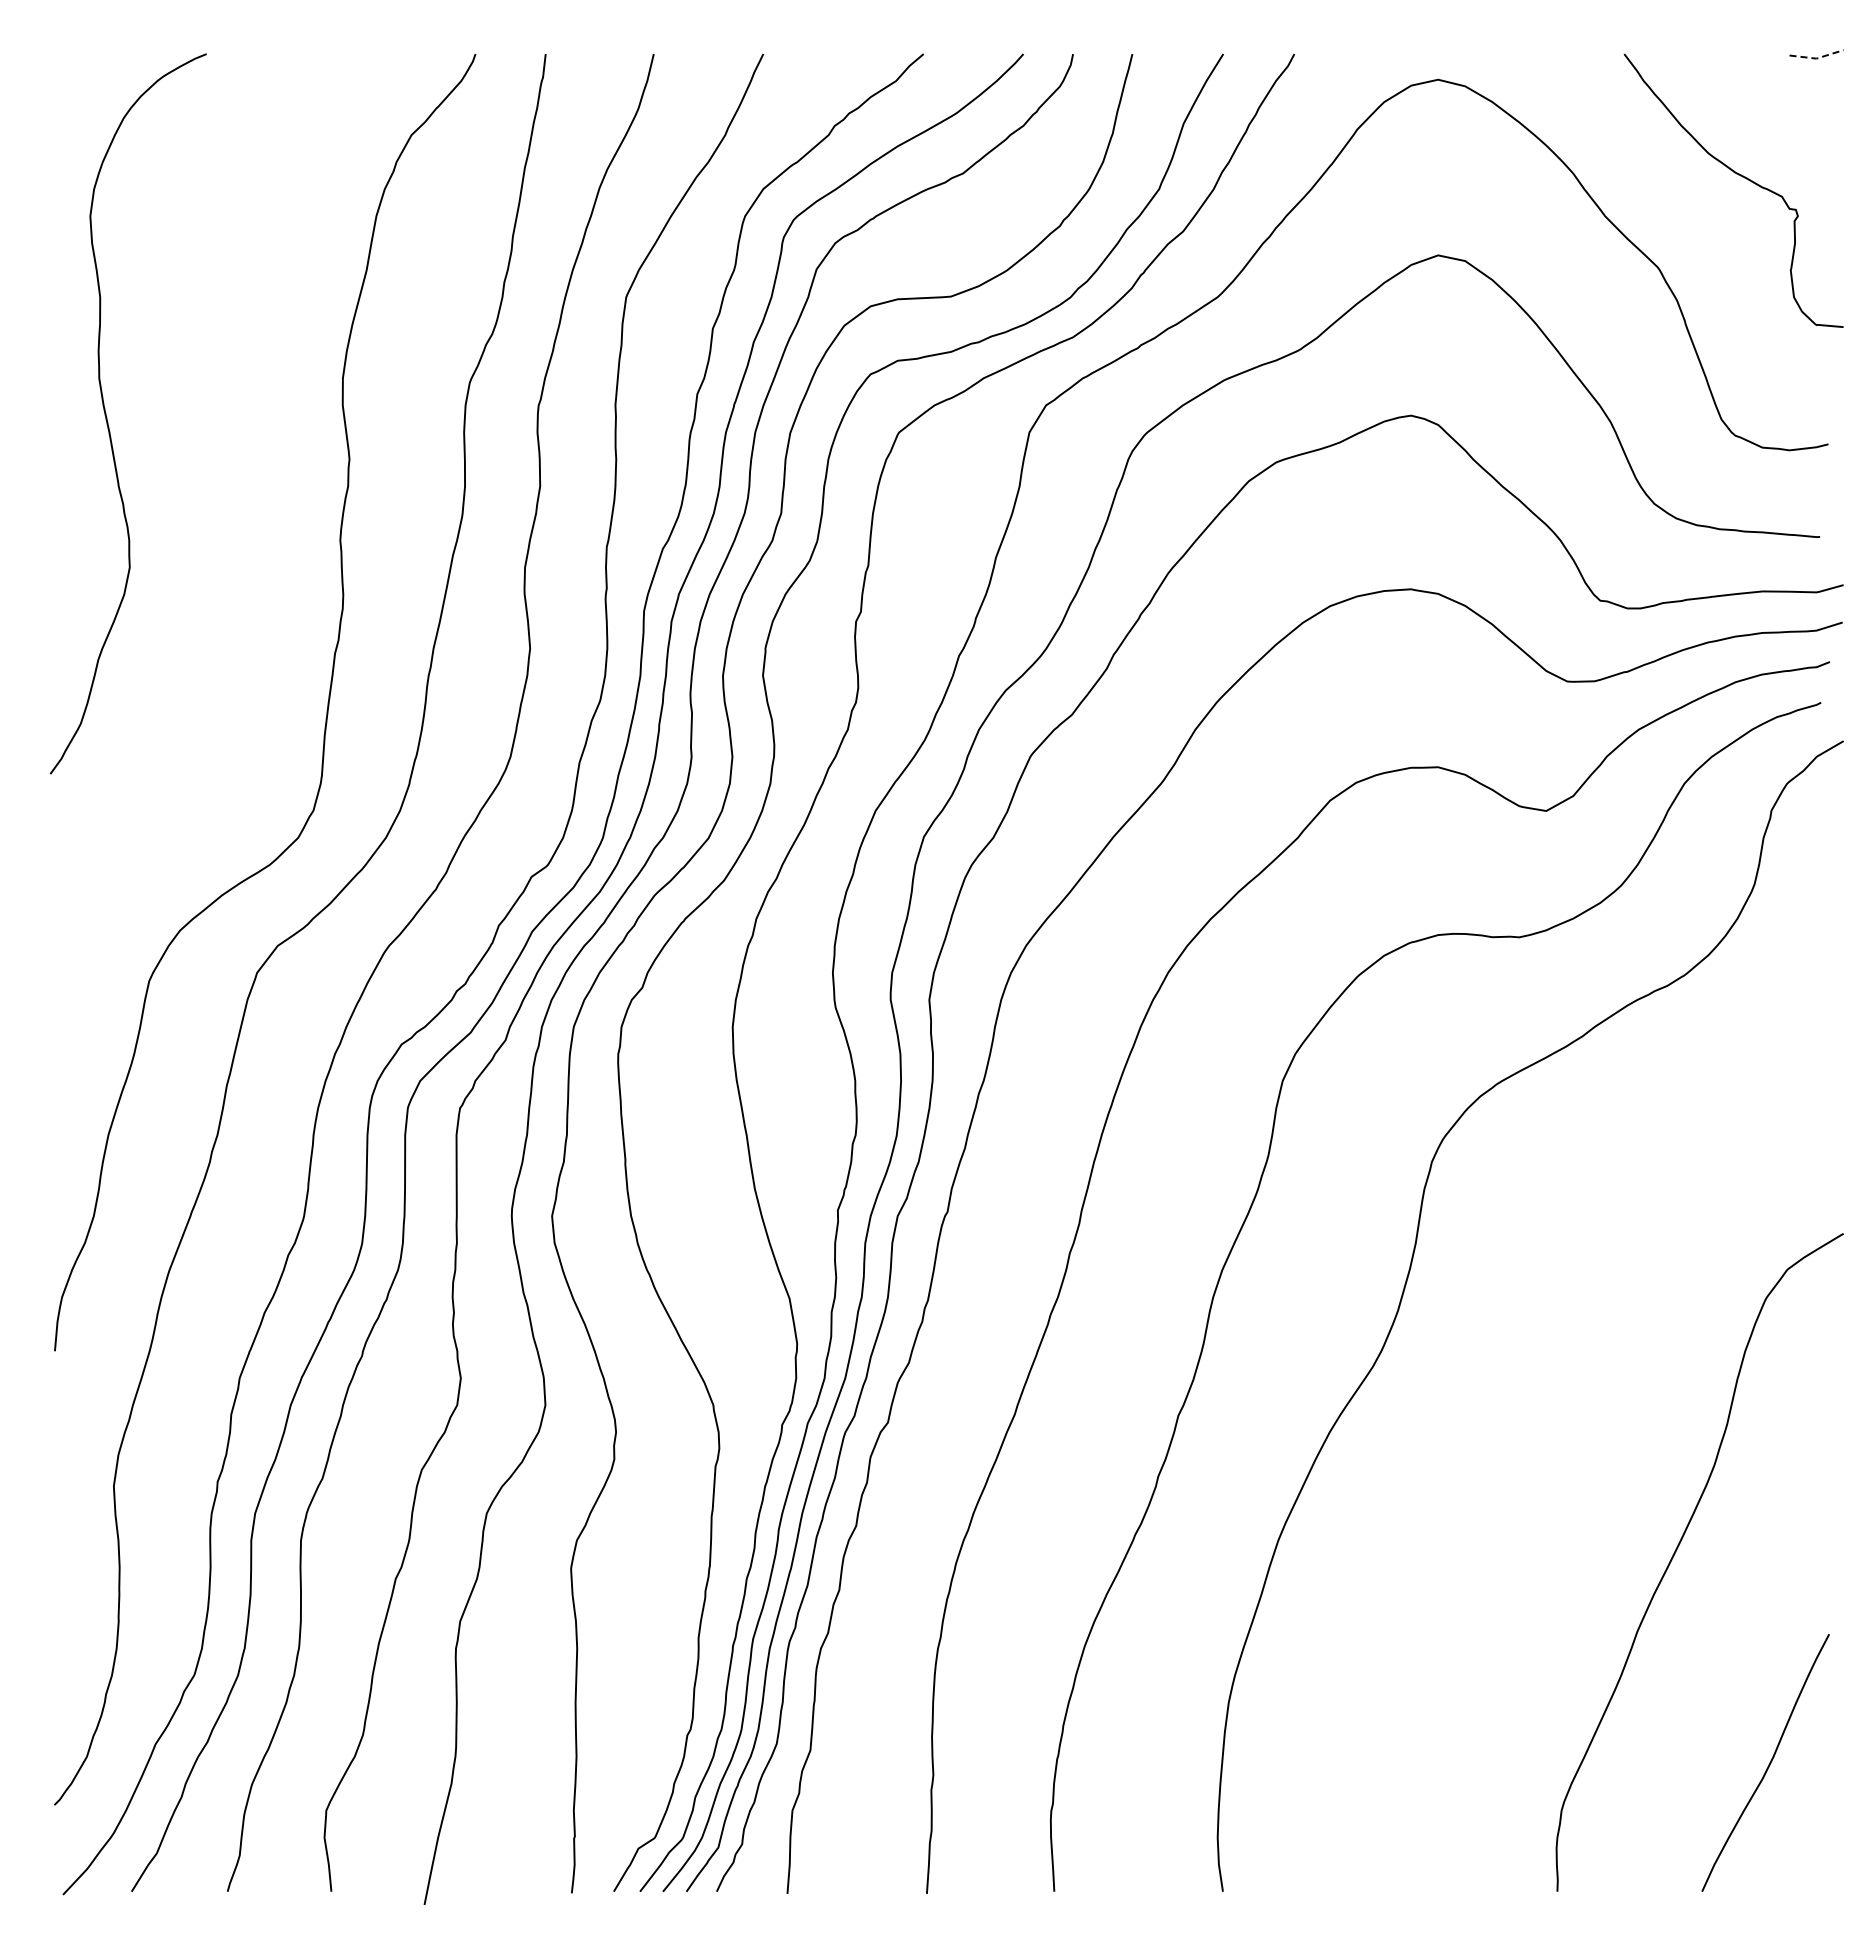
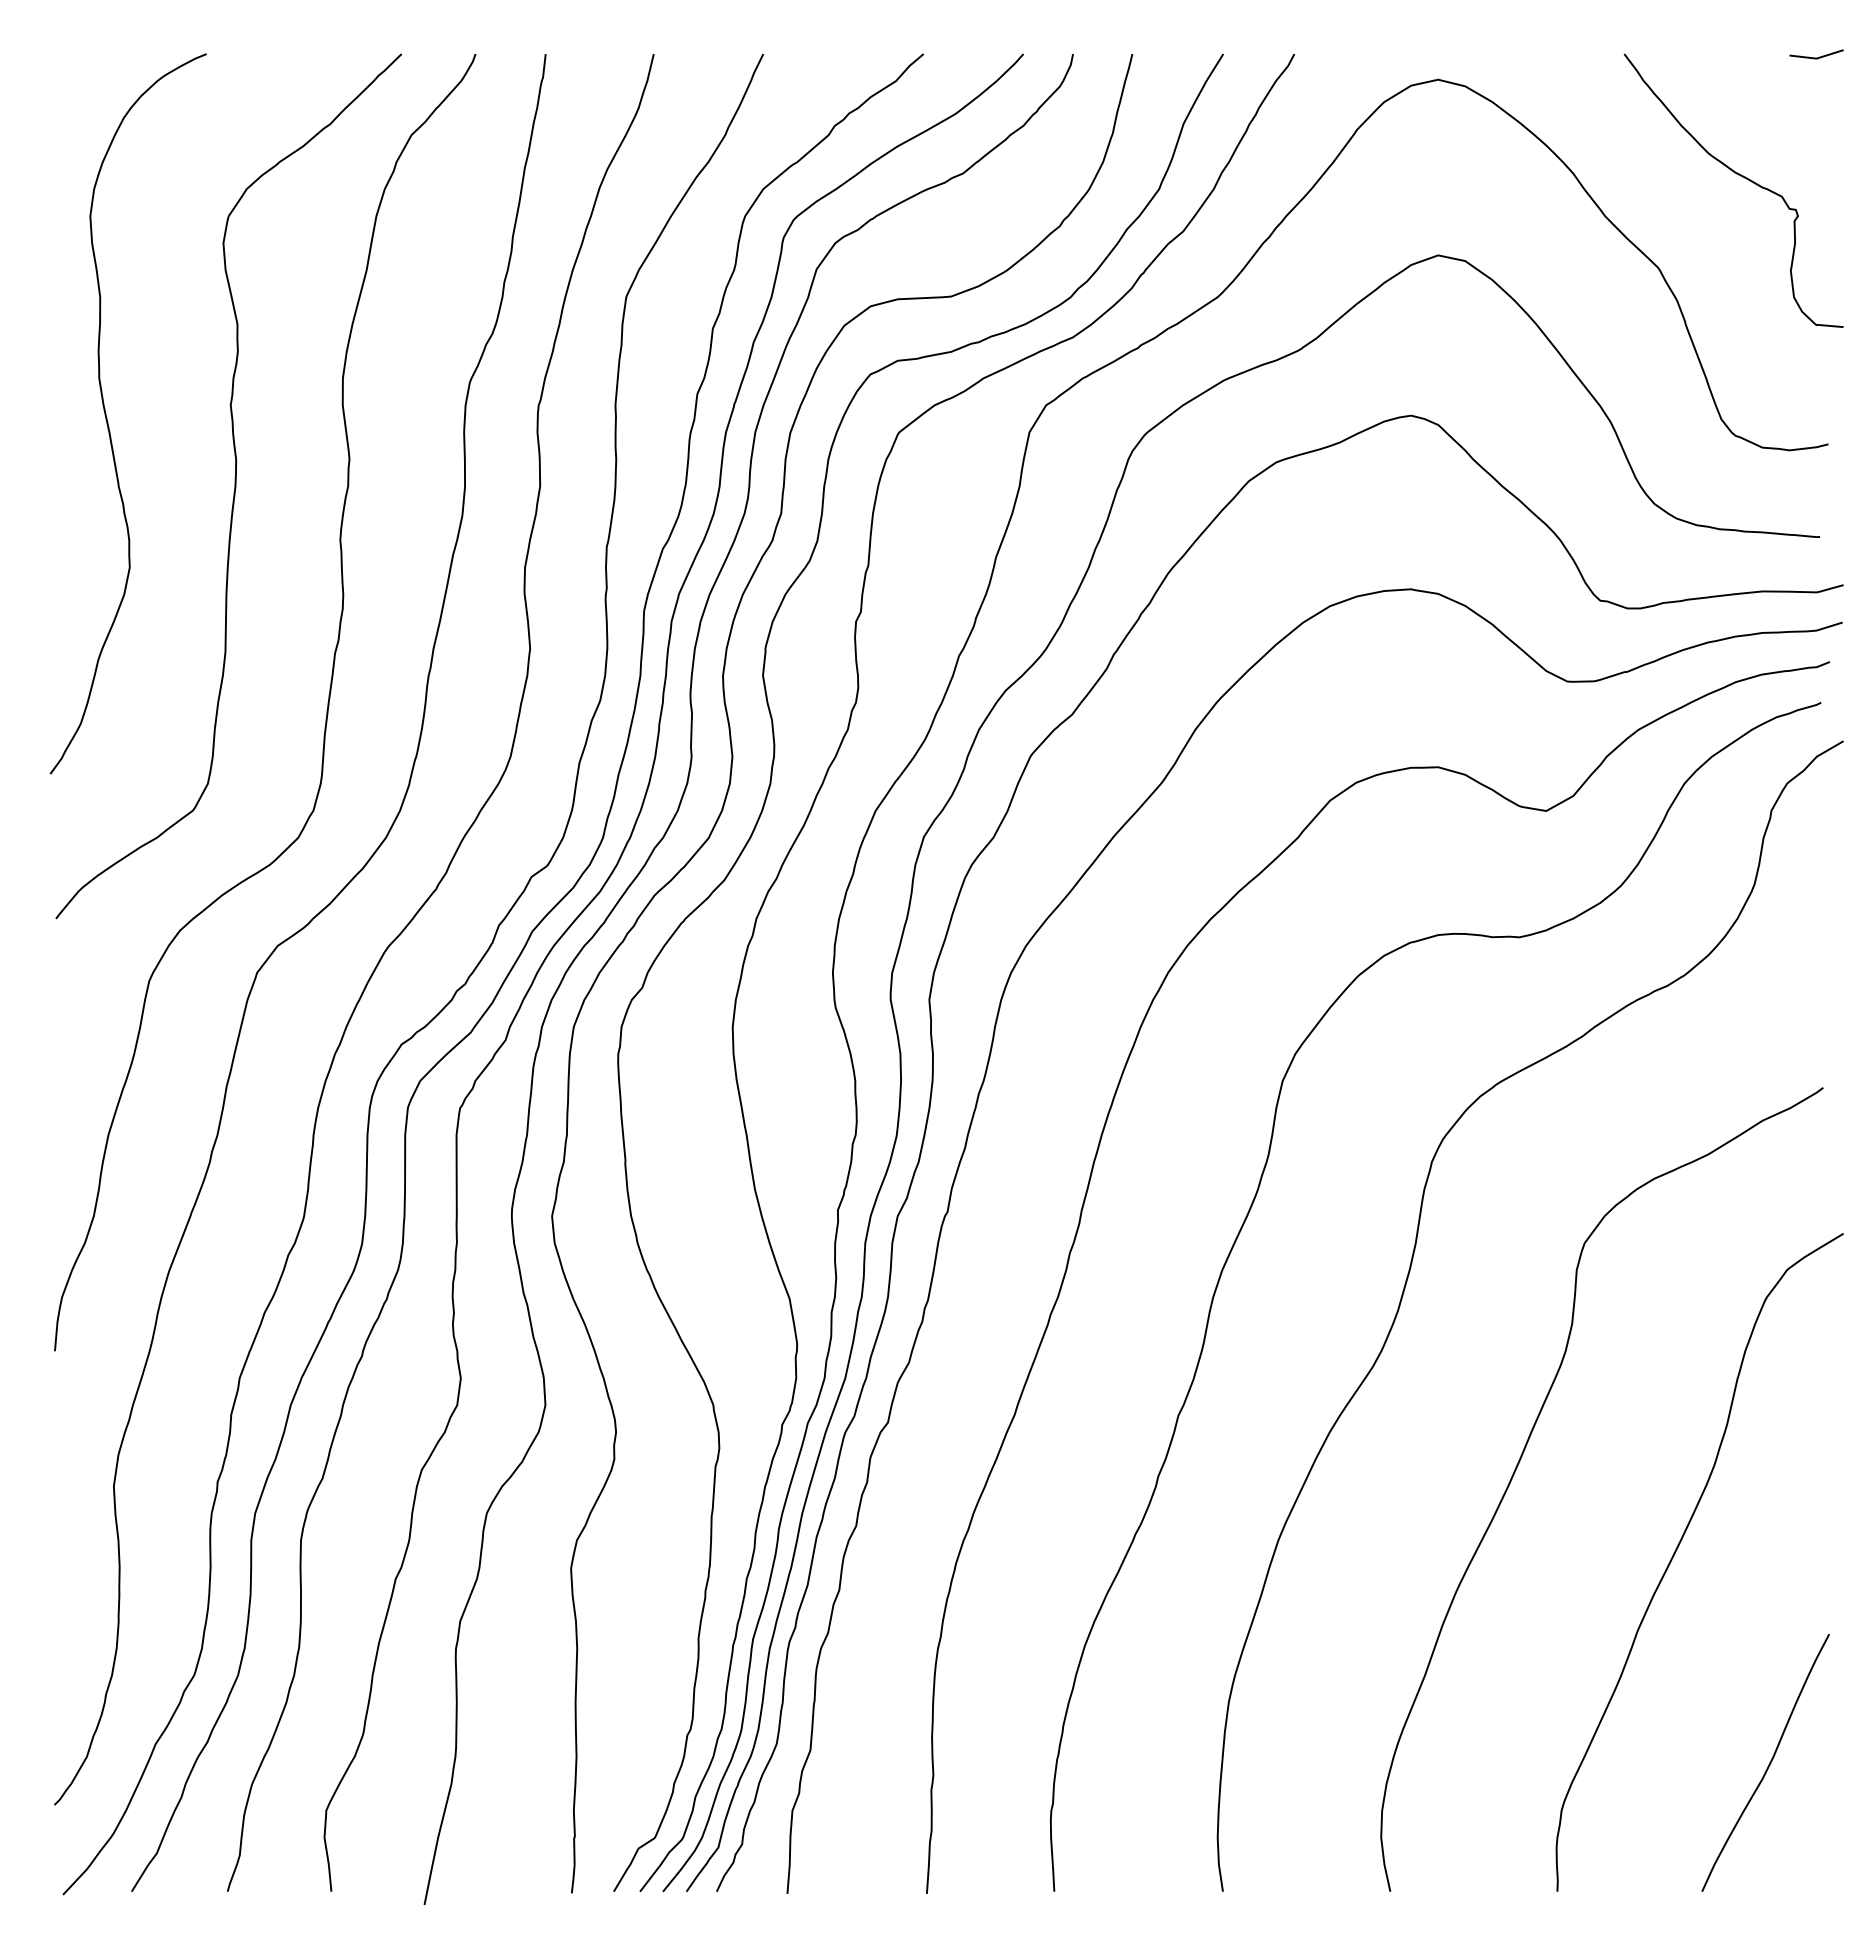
line at (1816, 58): dashed -> solid
curve at (234, 486): none -> present
curve at (1521, 1459): none -> present
